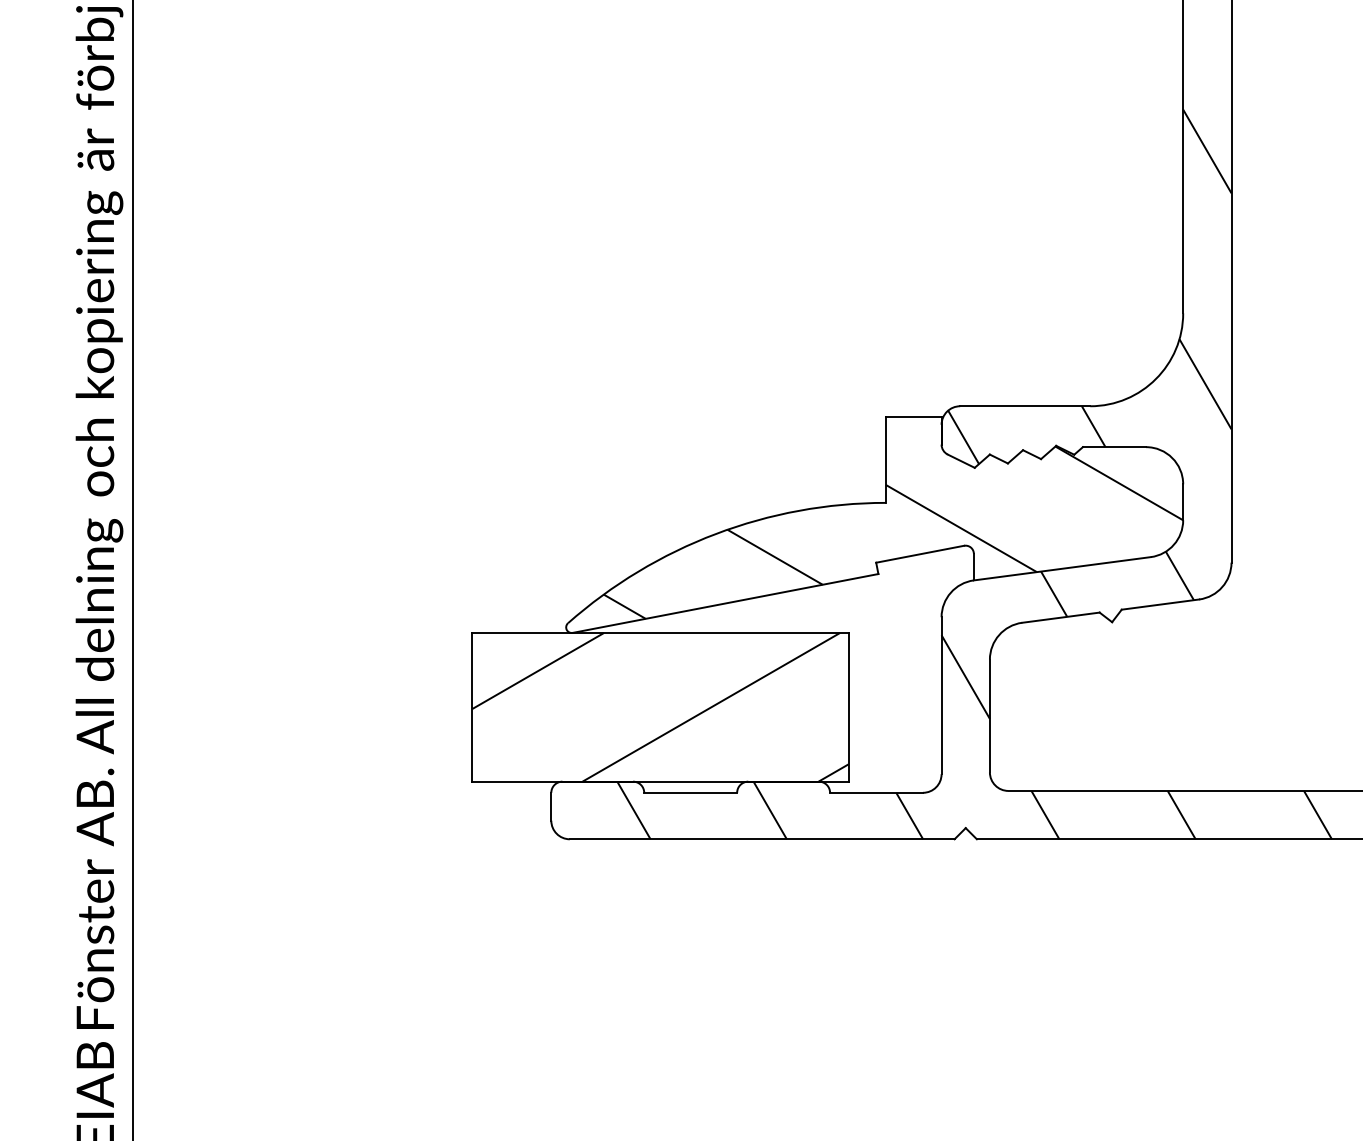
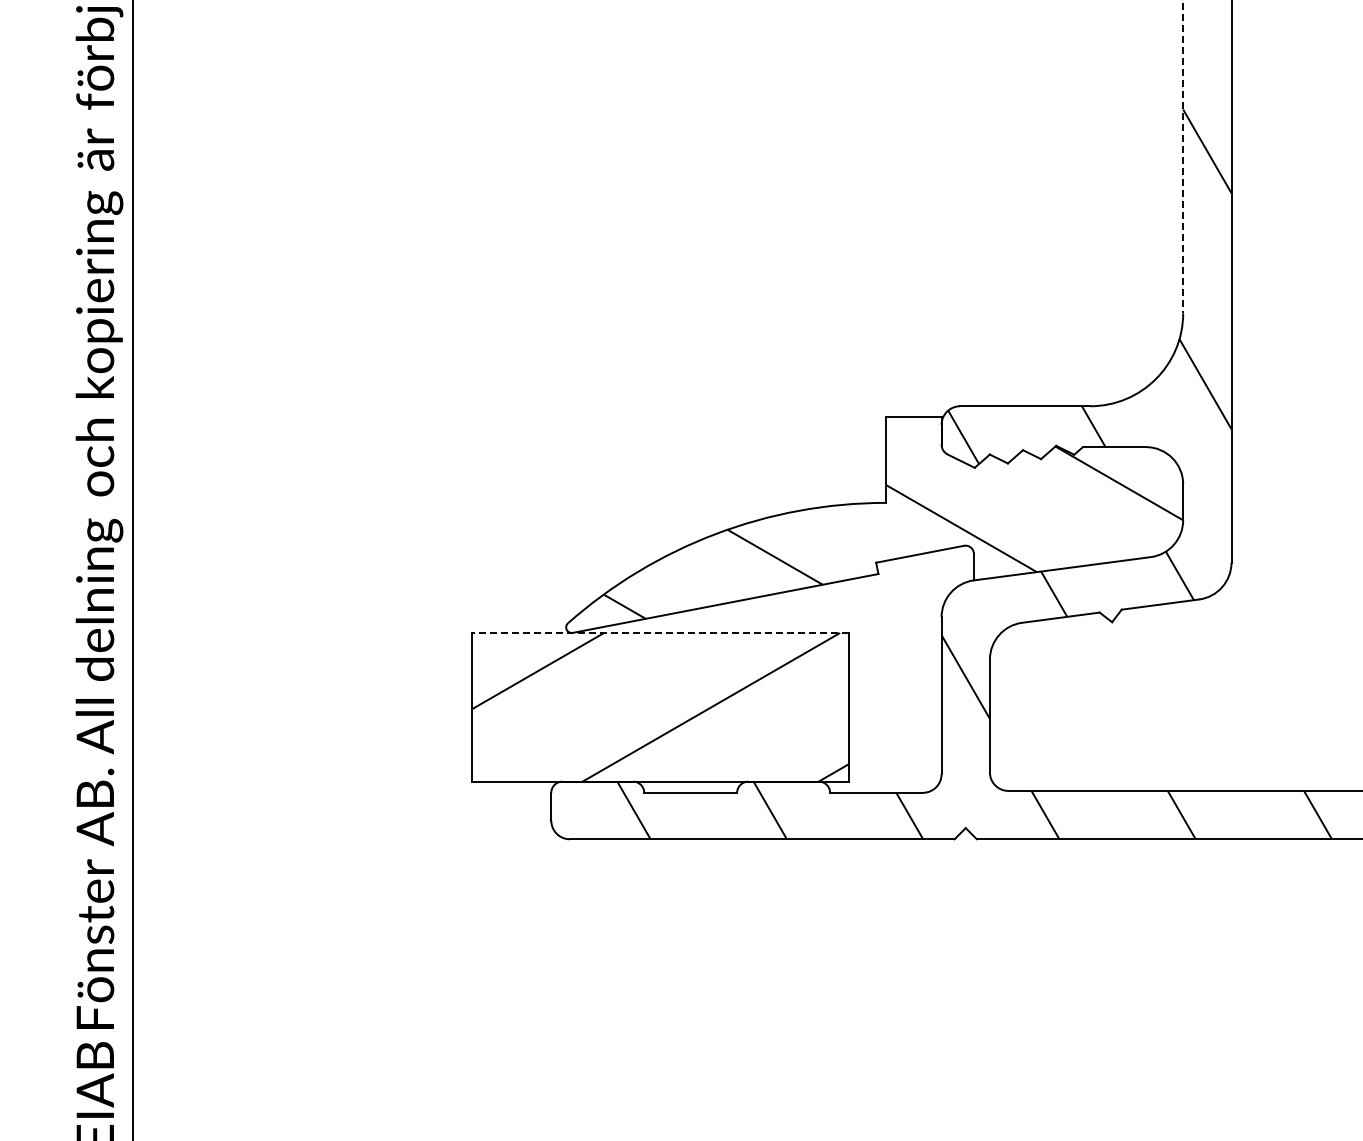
line at (1183, 157): solid -> dashed
line at (660, 632): solid -> dashed
